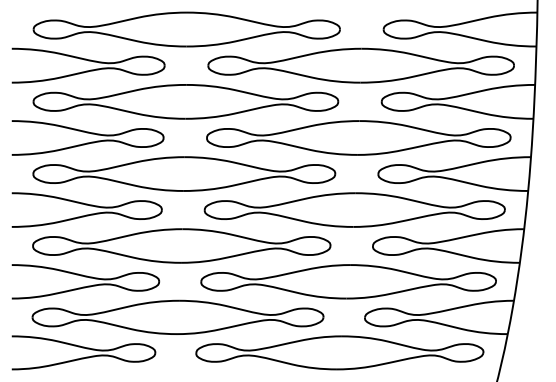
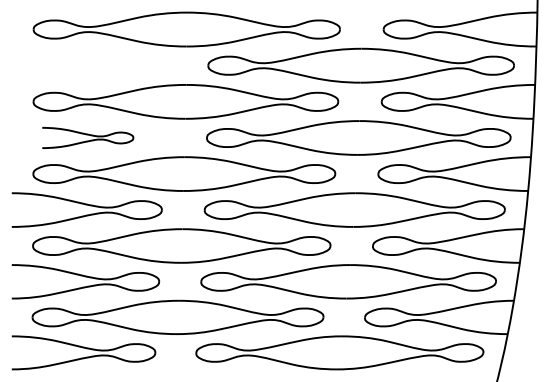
part at (88, 65): present -> none
part at (87, 137) size: 154x36 px -> 93x22 px
